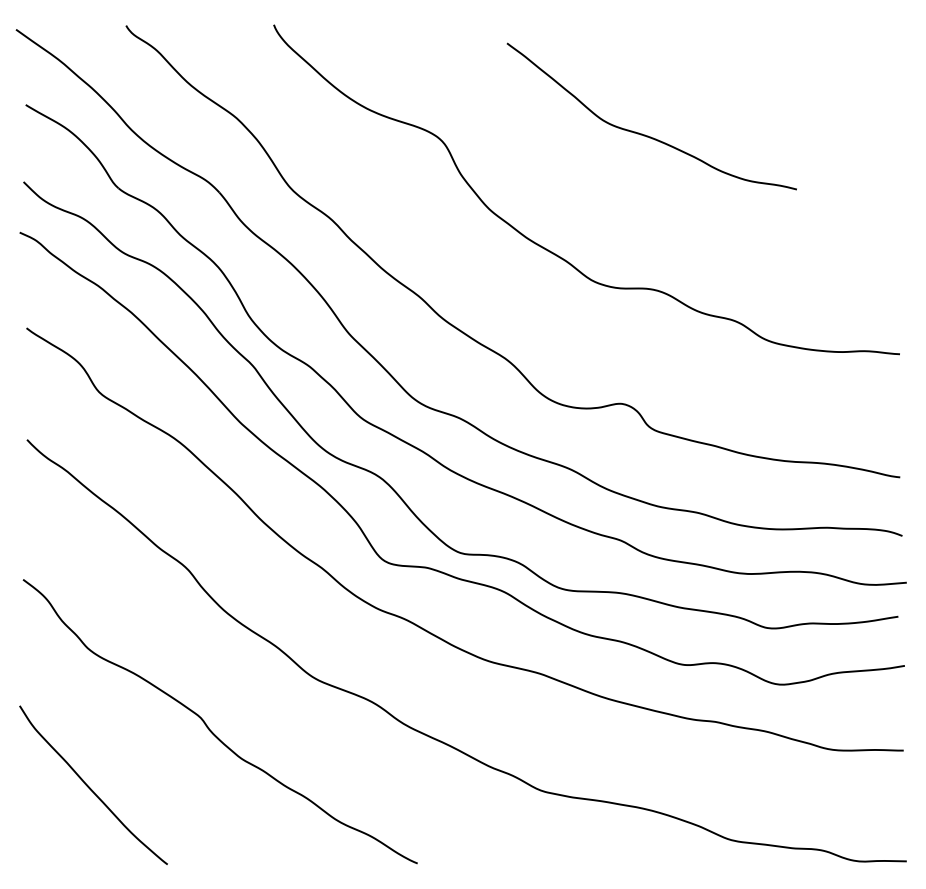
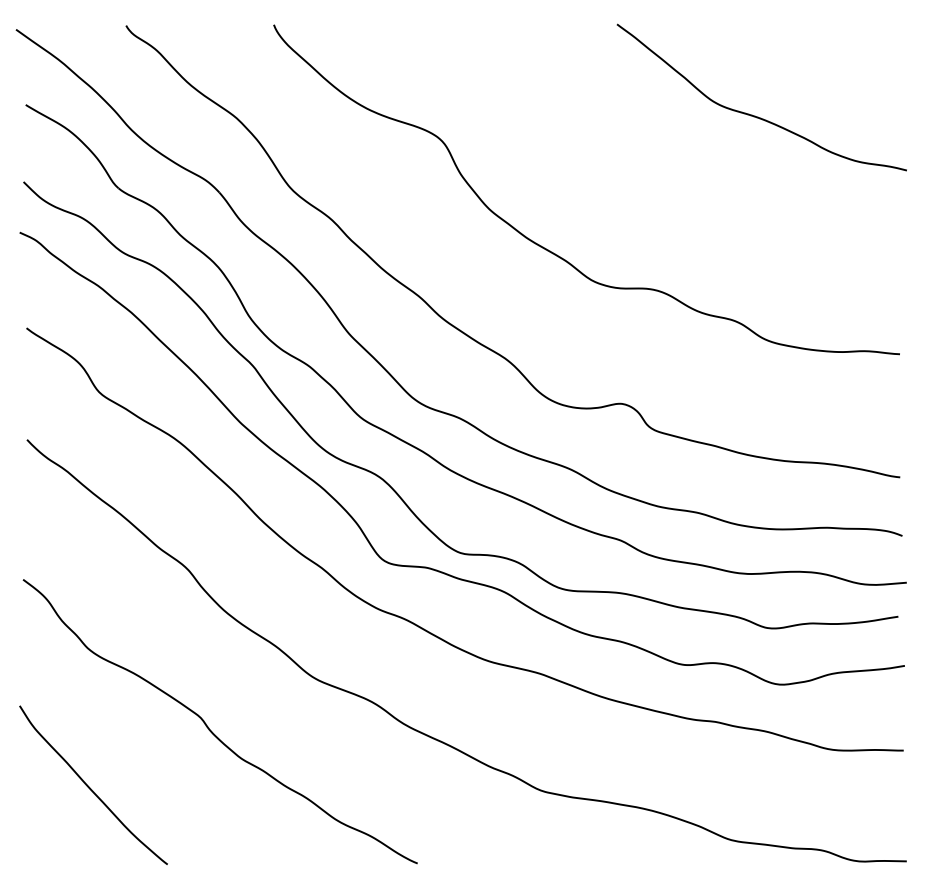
curve at (645, 134) position: (645, 134) -> (755, 115)
